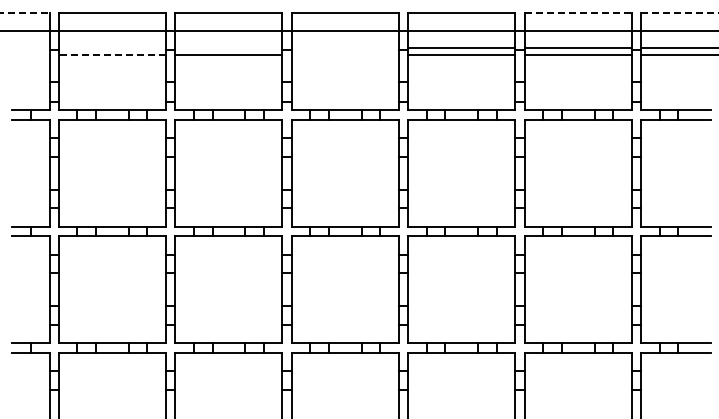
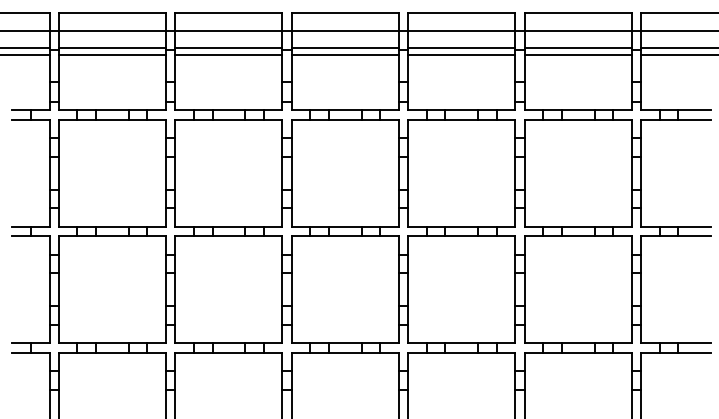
line at (25, 12): dashed -> solid
line at (578, 12): dashed -> solid
line at (679, 12): dashed -> solid
line at (25, 47): none -> present
line at (111, 47): none -> present
line at (228, 47): none -> present
line at (344, 47): none -> present
line at (25, 54): none -> present
line at (112, 54): dashed -> solid
line at (344, 54): none -> present
